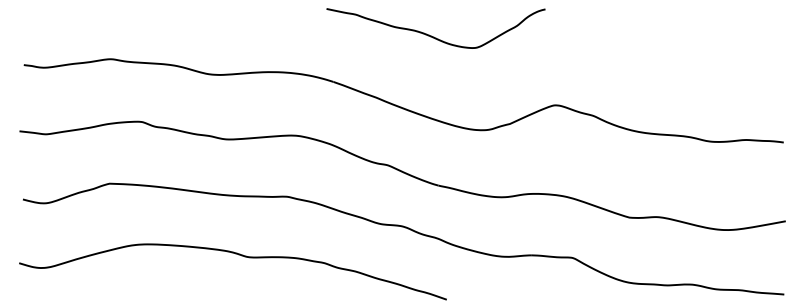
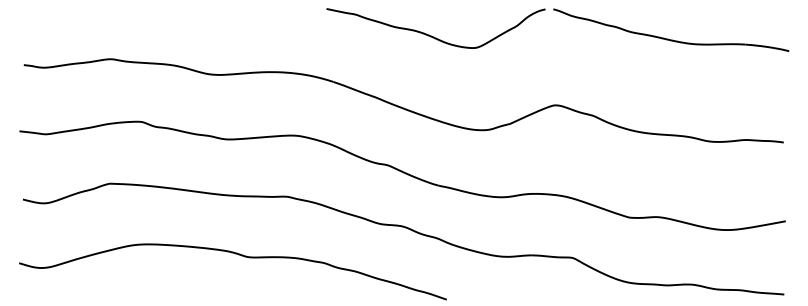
part at (668, 38): none -> present
